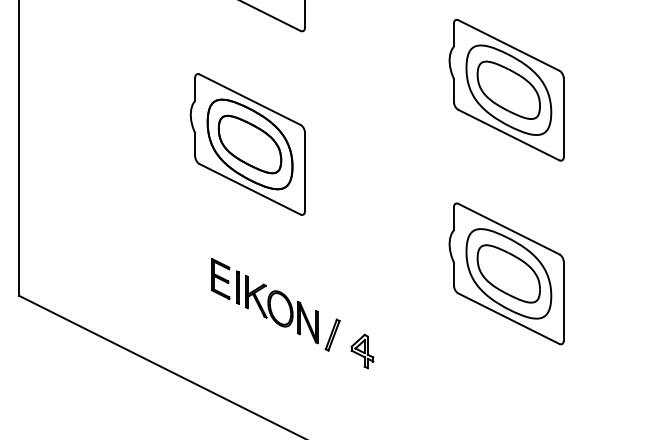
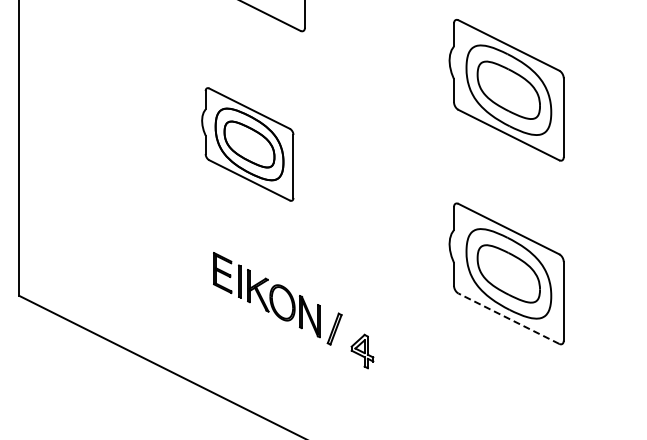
part at (247, 144) size: 117x143 px -> 94x115 px
part at (275, 304) position: (275, 304) -> (277, 298)
line at (508, 318): solid -> dashed
